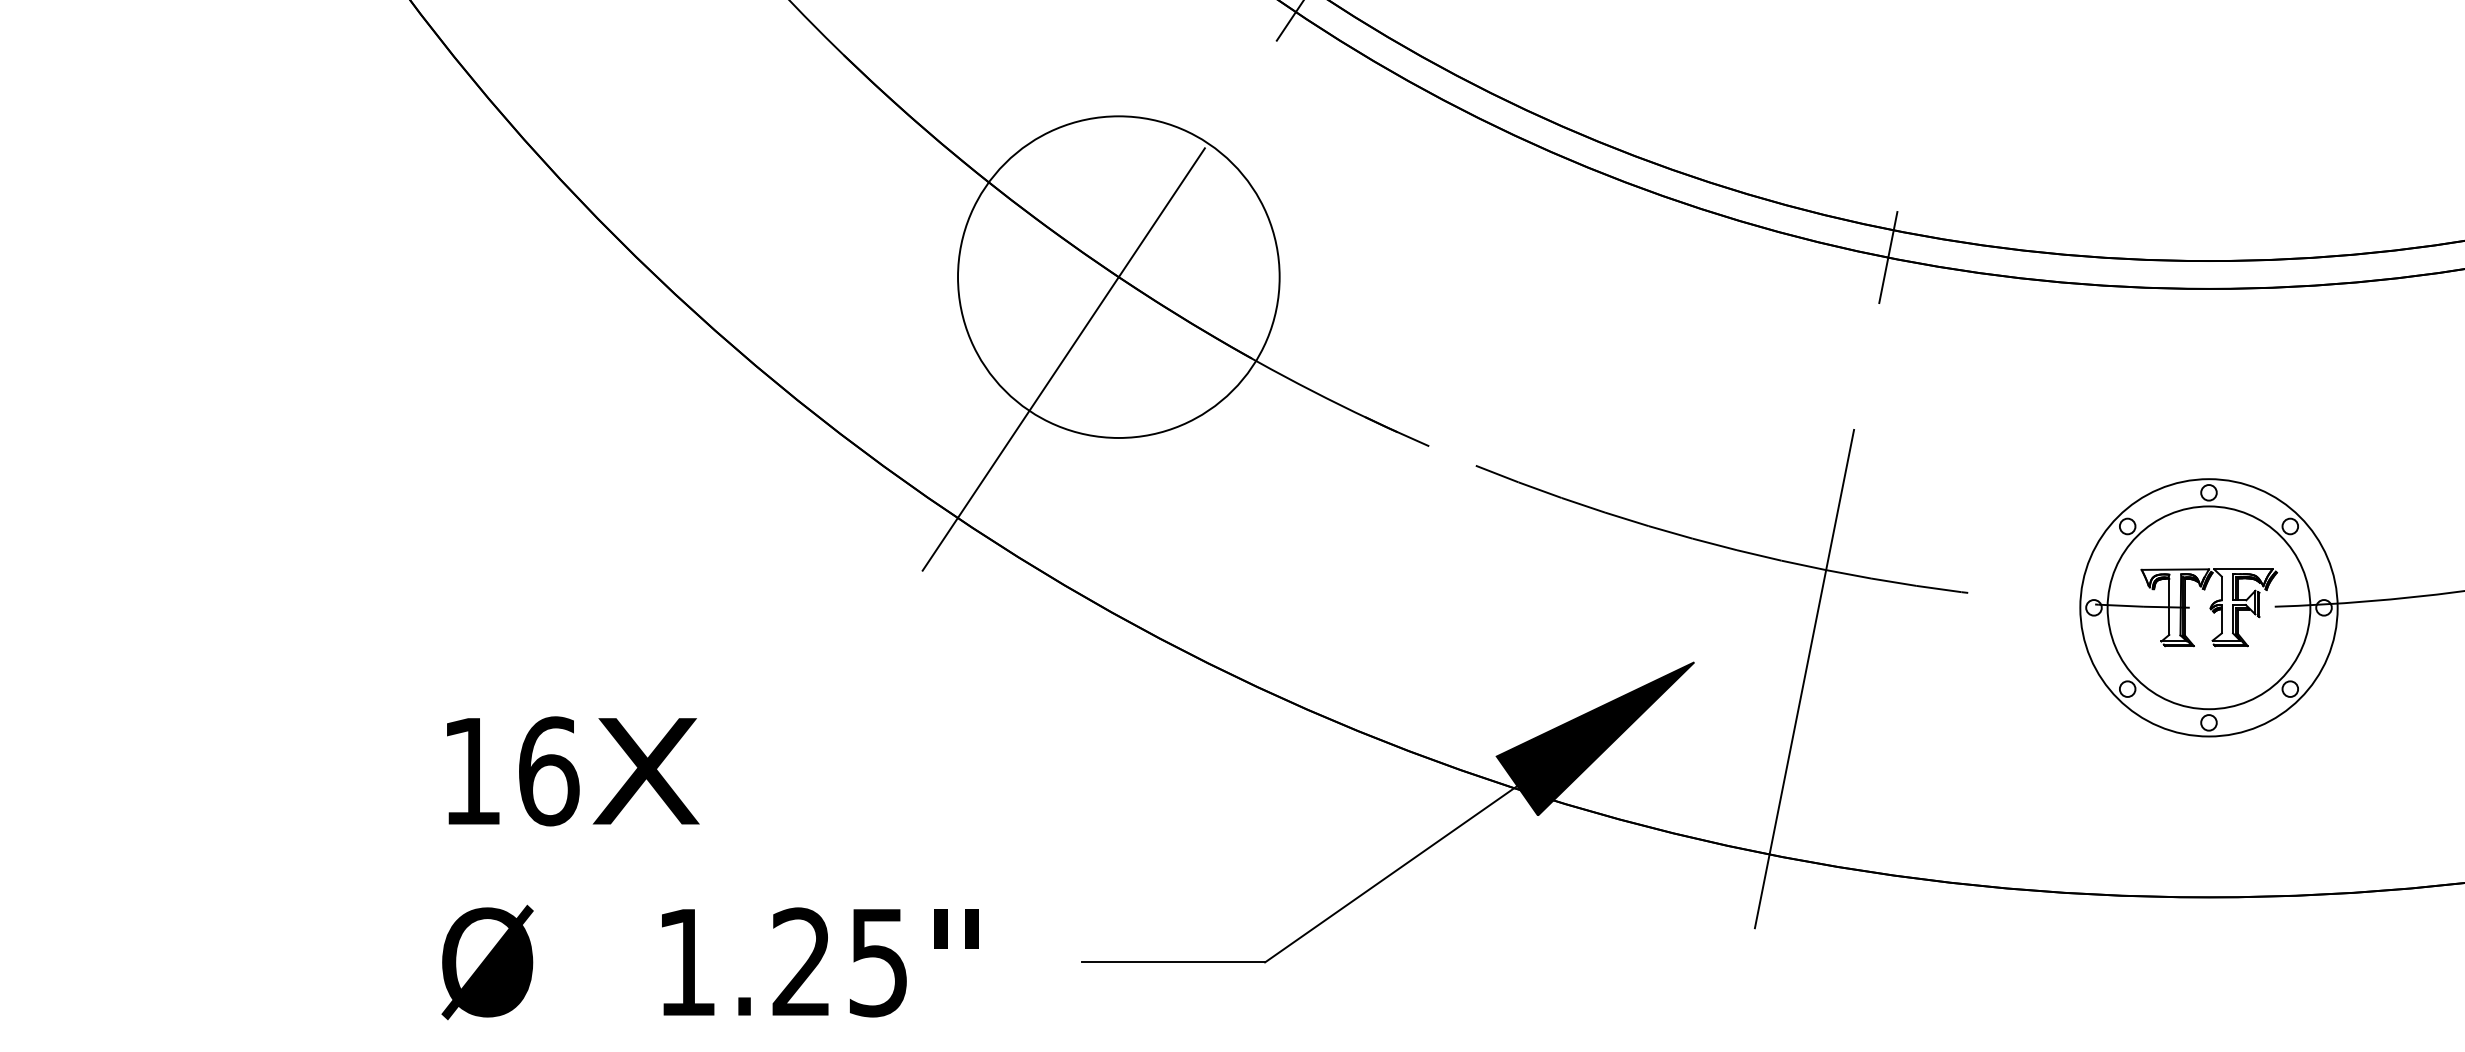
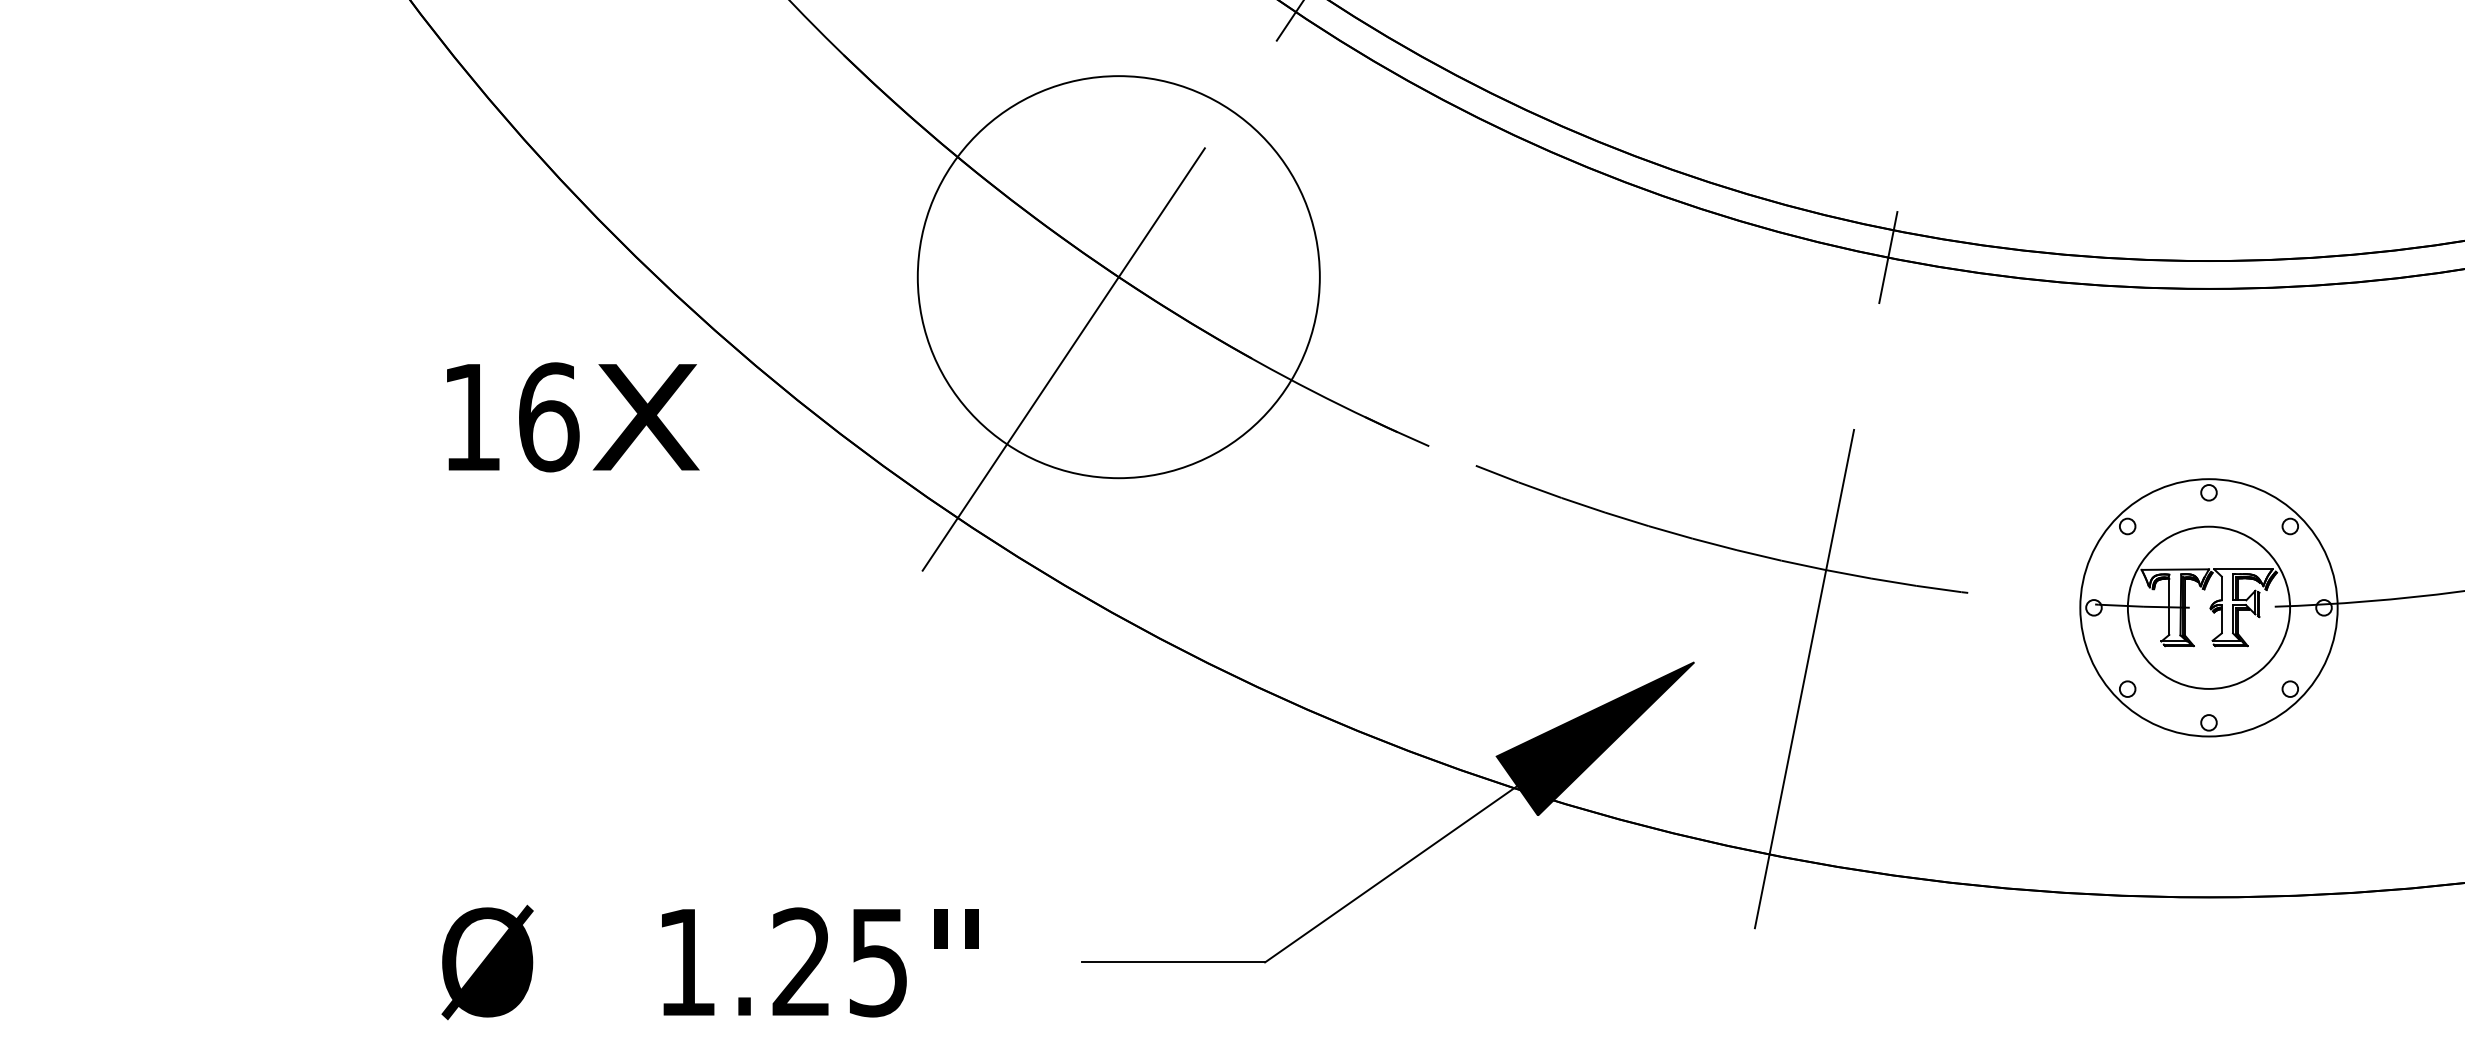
circle at (1118, 276) diameter: 322 px -> 402 px
circle at (2208, 607) diameter: 203 px -> 162 px
text at (573, 771) position: (573, 771) -> (573, 417)
